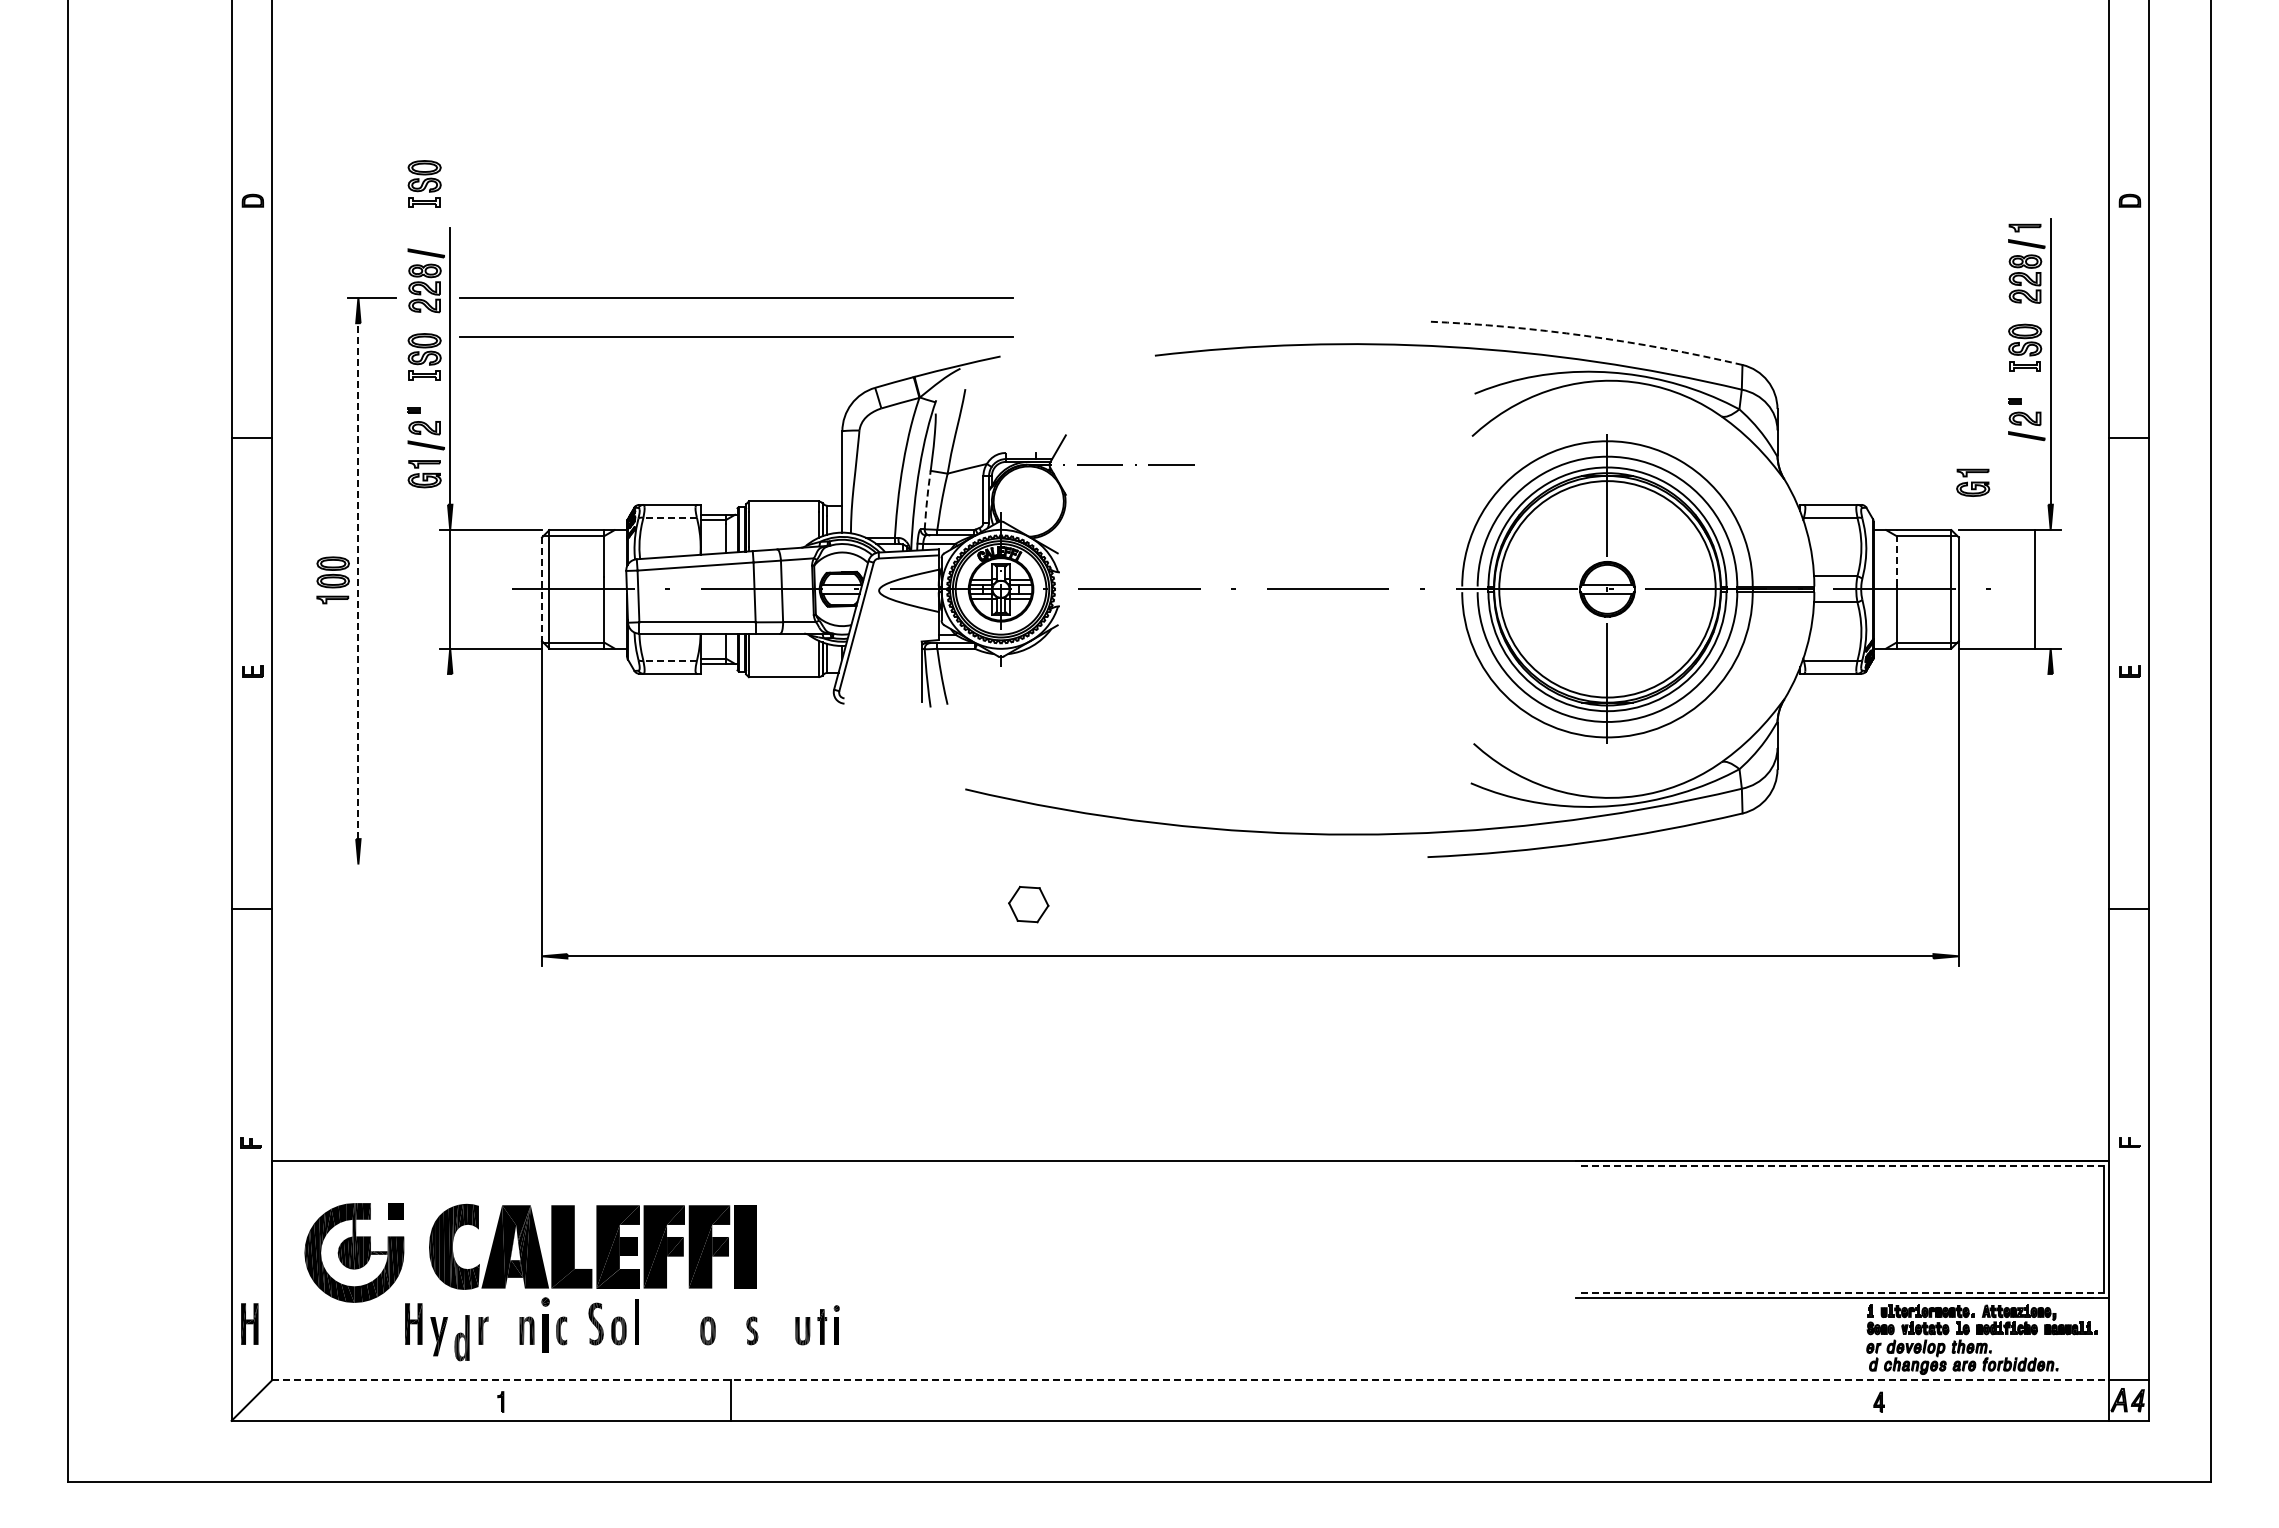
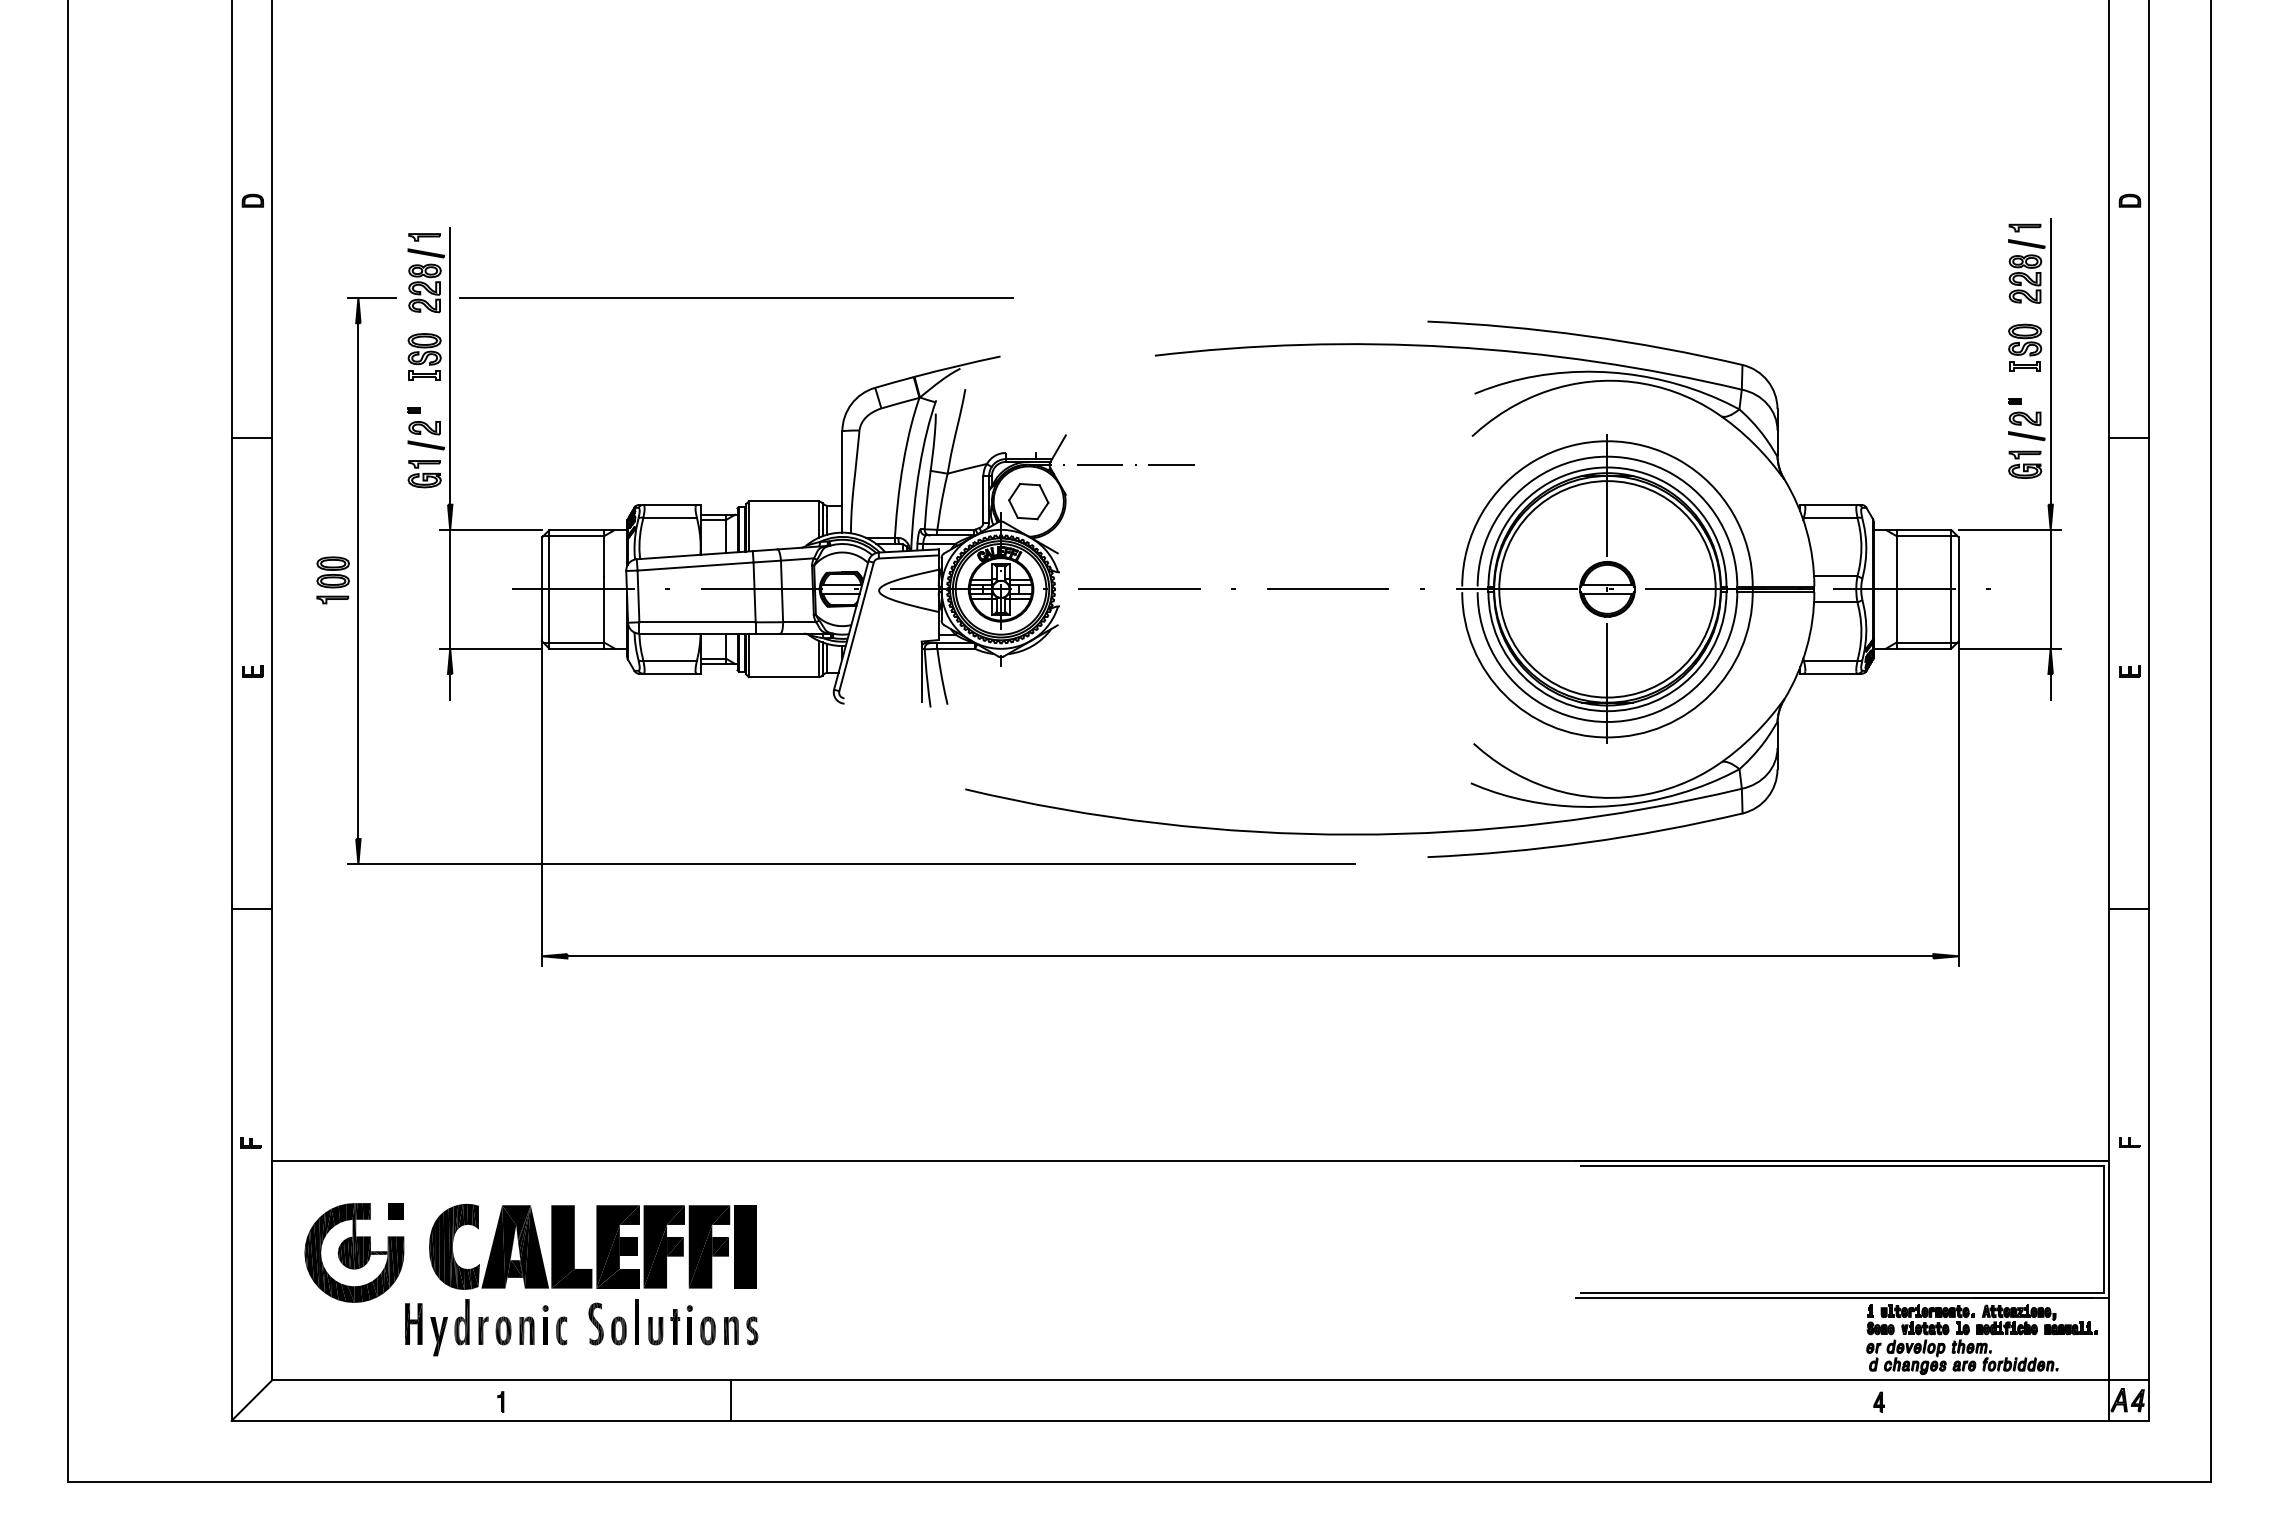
part at (424, 183): present -> none
part at (424, 237): none -> present
arc at (1586, 335): dashed -> solid
line at (736, 336): present -> none
part at (1973, 482) position: (1973, 482) -> (2025, 464)
line at (927, 499): dashed -> solid
line at (670, 517): dashed -> solid
line at (1896, 557): dashed -> solid
line at (358, 581): dashed -> solid
line at (542, 589): dashed -> solid
line at (2034, 589) position: (2034, 589) -> (2050, 589)
line at (670, 660): dashed -> solid
line at (450, 686): none -> present
line at (2050, 686): none -> present
line at (851, 864): none -> present
part at (1028, 904) position: (1028, 904) -> (1028, 501)
line at (1842, 1165): dashed -> solid
line at (1842, 1293): dashed -> solid
part at (249, 1323): present -> none
part at (545, 1324) size: 9x56 px -> 7x40 px
part at (817, 1325) position: (817, 1325) -> (670, 1325)
part at (503, 1330): none -> present
part at (731, 1330): none -> present
part at (461, 1338) position: (461, 1338) -> (461, 1322)
line at (1191, 1380): dashed -> solid
